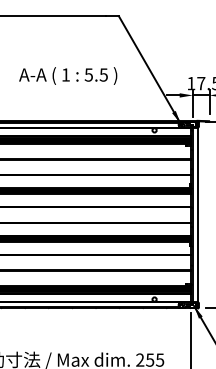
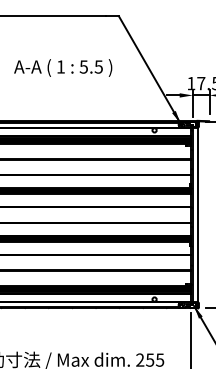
text at (68, 75) position: (68, 75) -> (63, 67)
